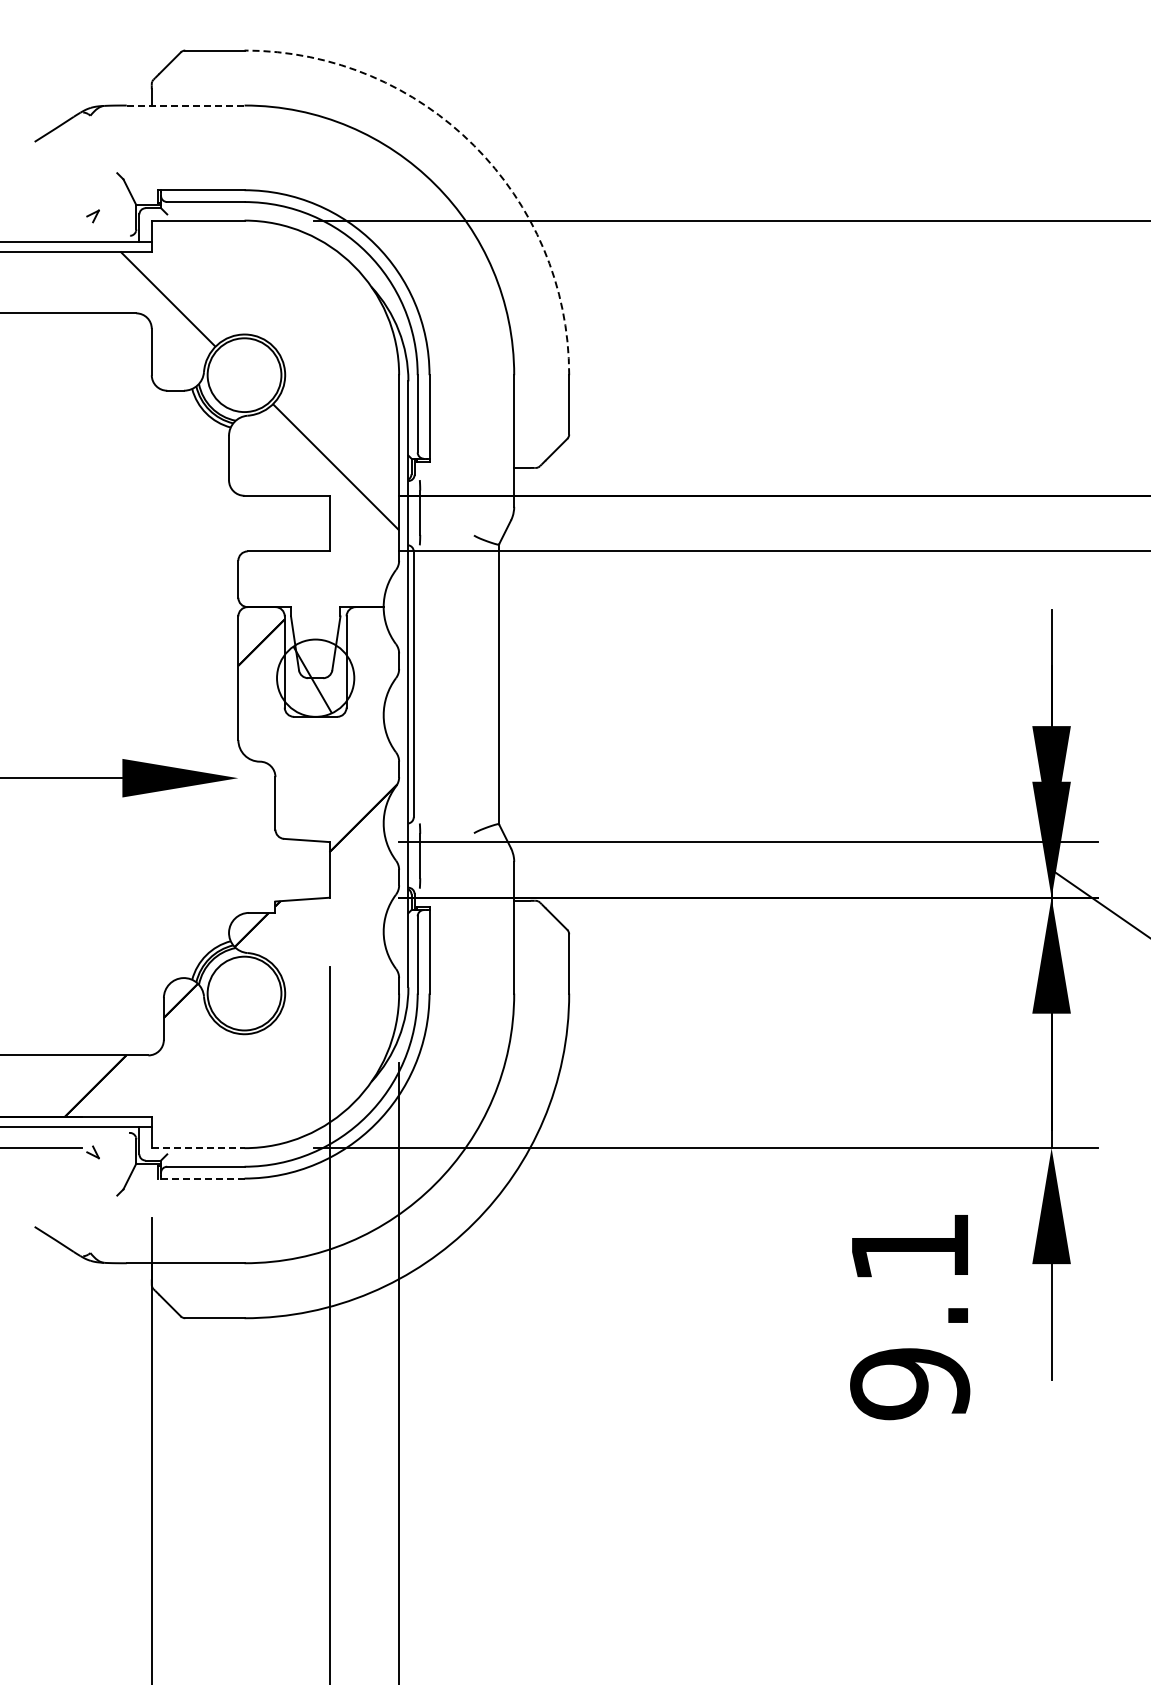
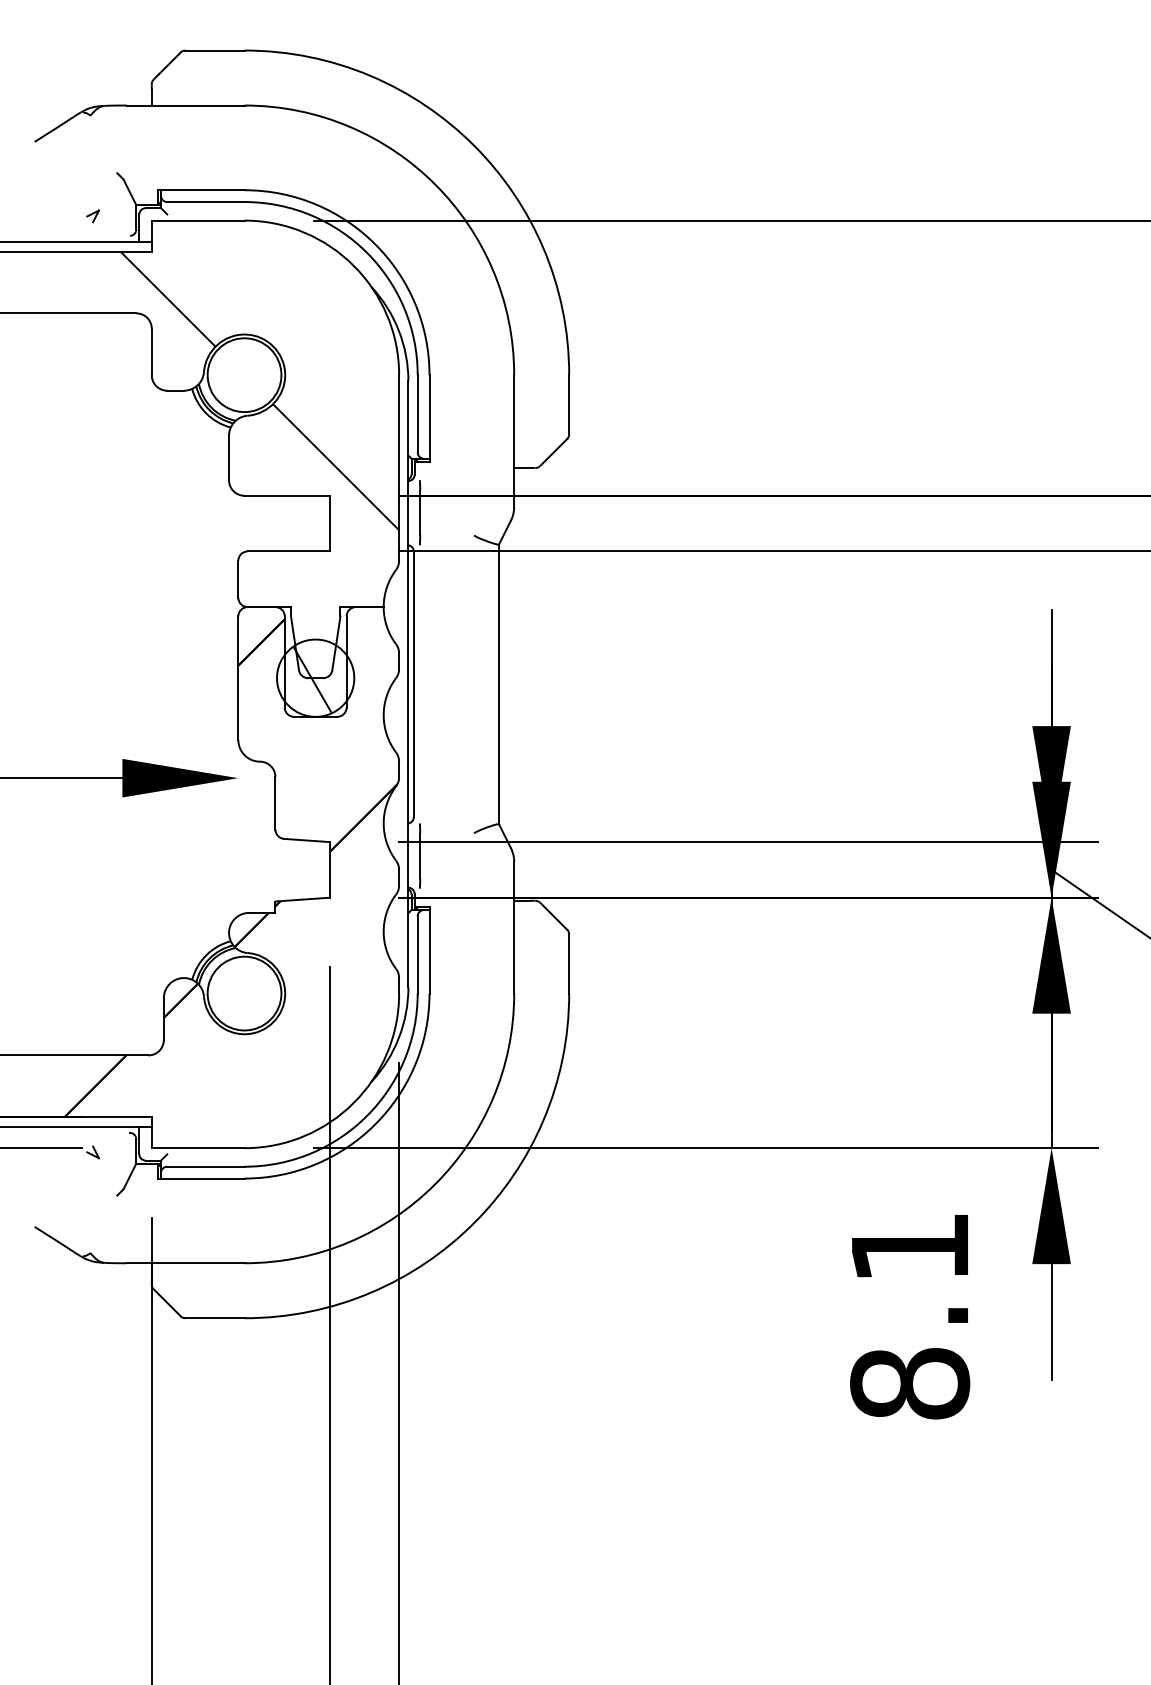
line at (185, 105): dashed -> solid
arc at (474, 145): dashed -> solid
line at (198, 1148): dashed -> solid
line at (200, 1178): dashed -> solid
text at (910, 1384): 9.1 -> 8.1
